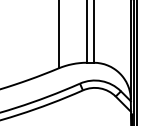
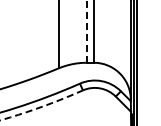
line at (86, 31): solid -> dashed
arc at (42, 106): solid -> dashed
